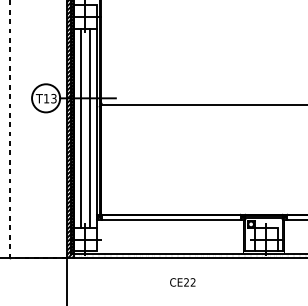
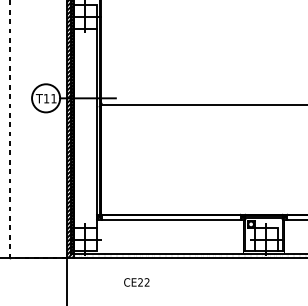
text at (53, 98): T13 -> T11
line at (80, 127): present -> none
line at (90, 127): present -> none
text at (182, 282) position: (182, 282) -> (136, 282)
